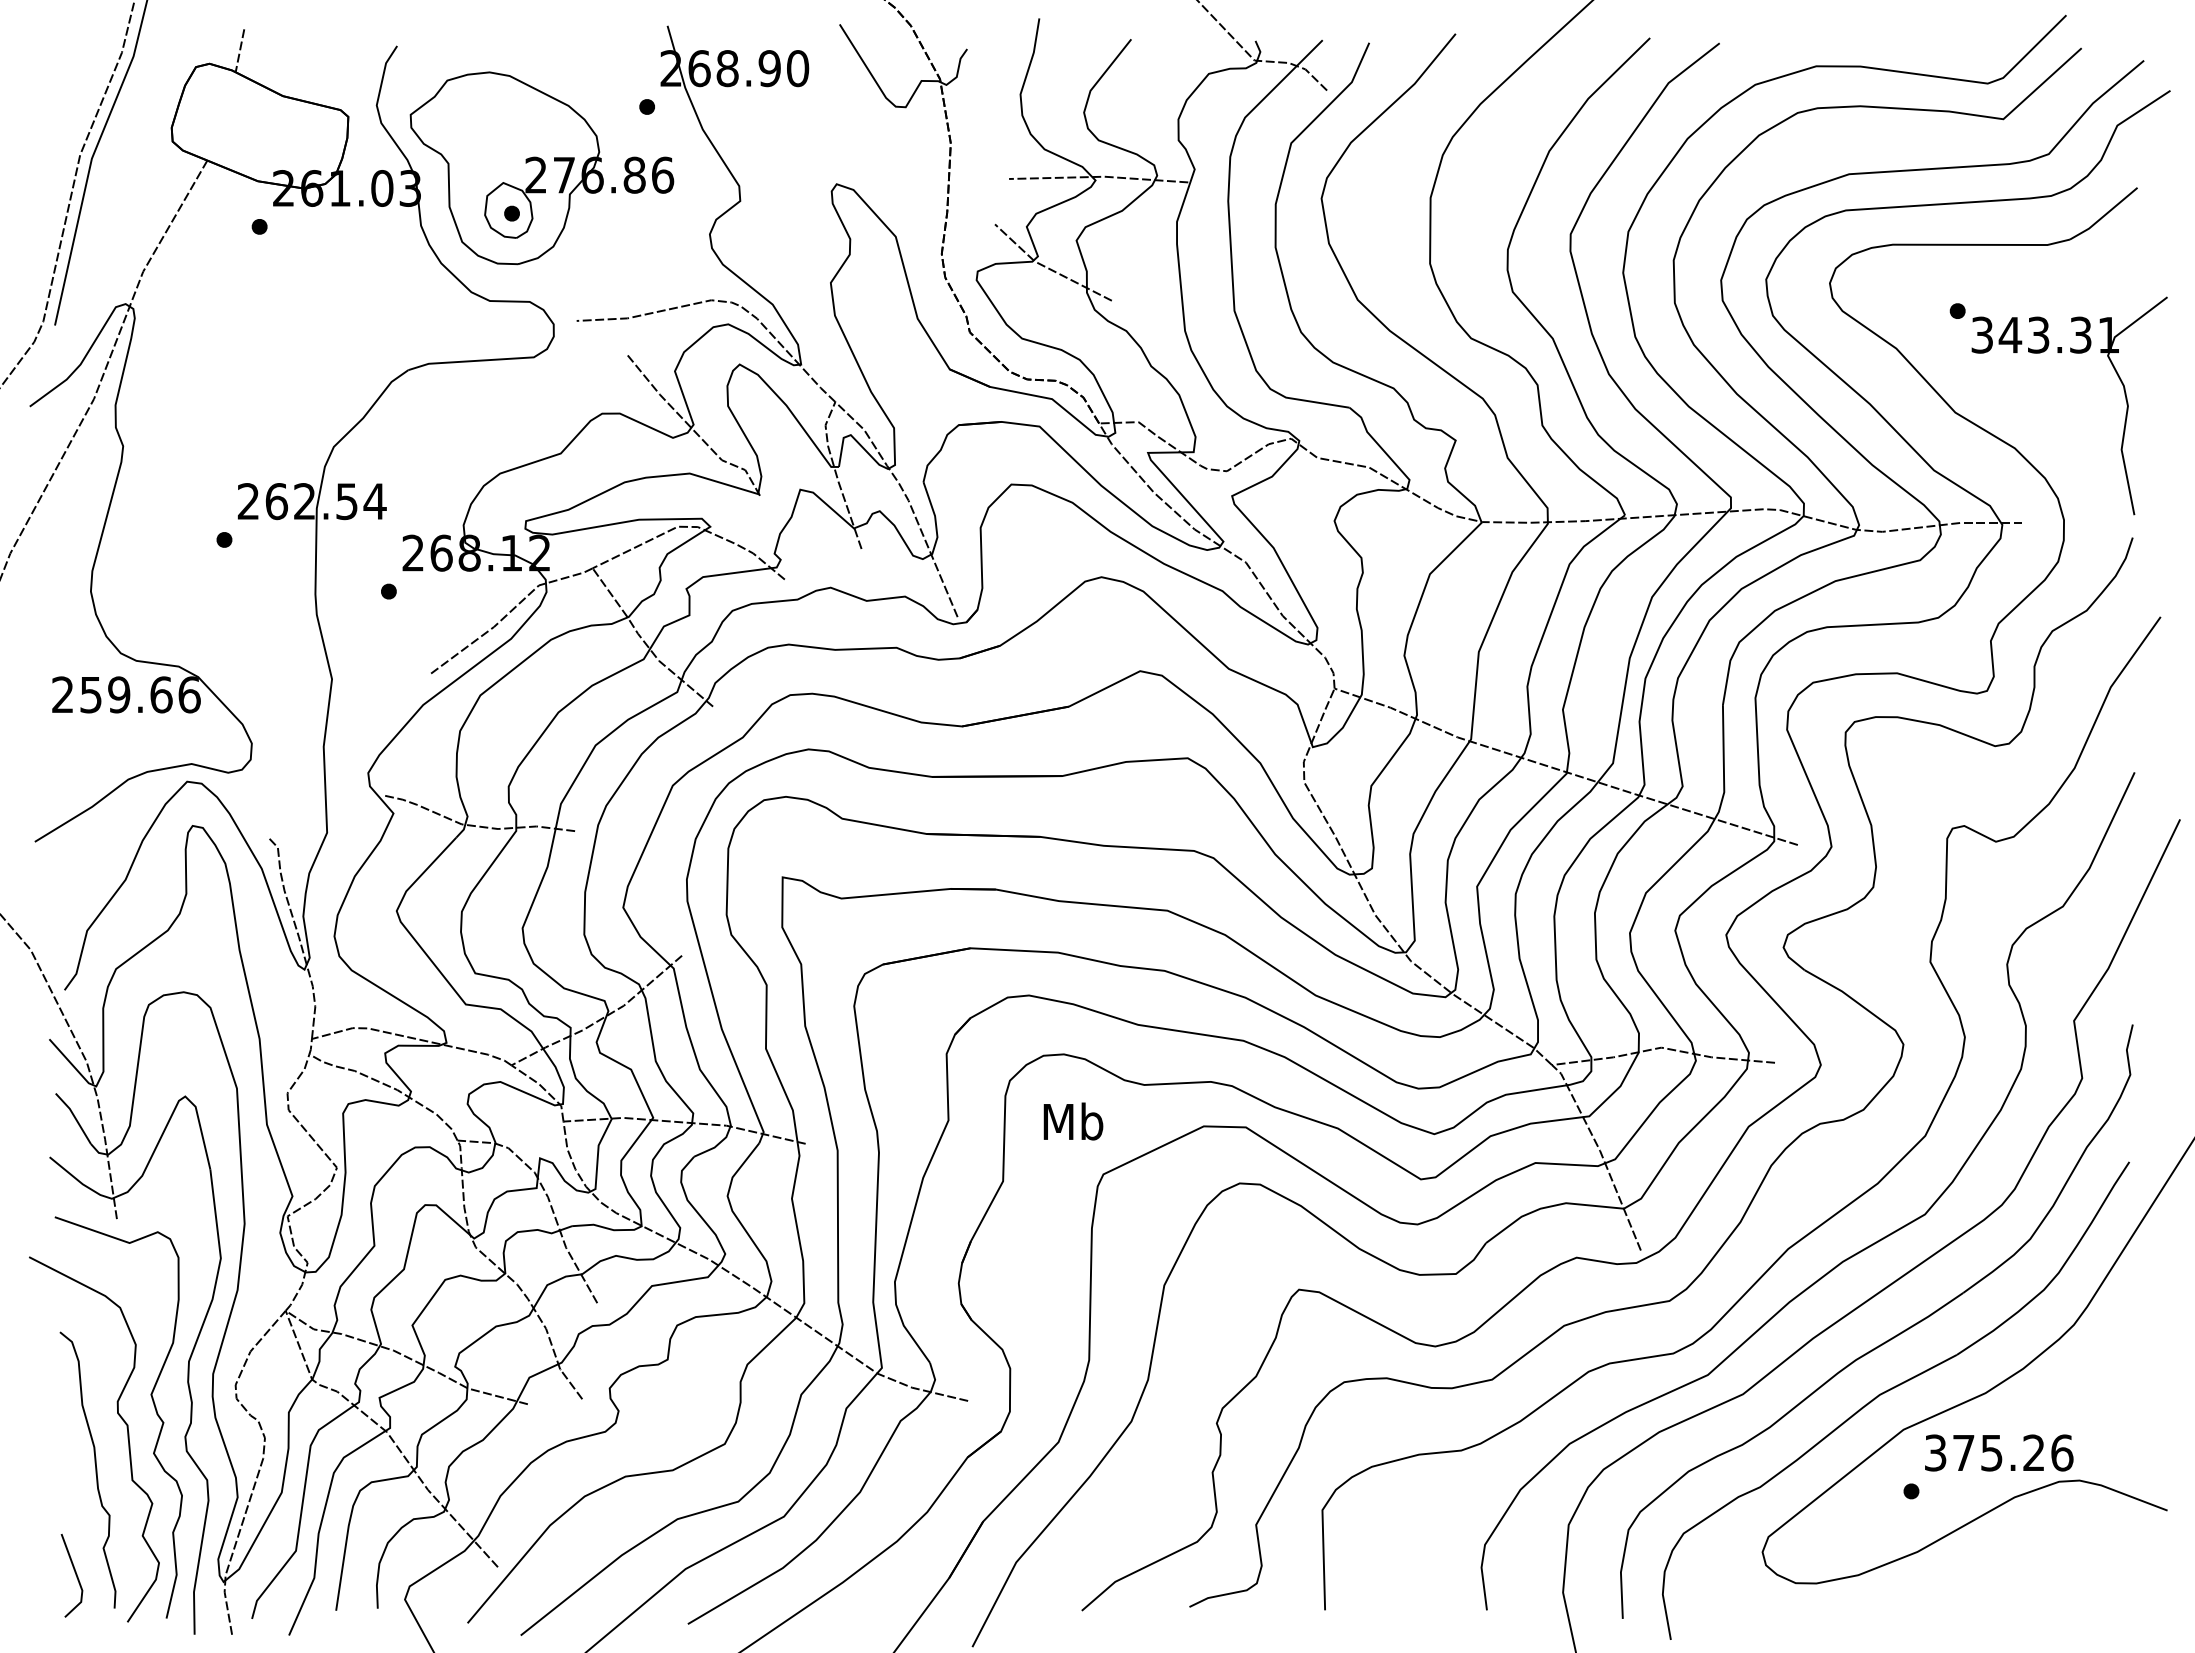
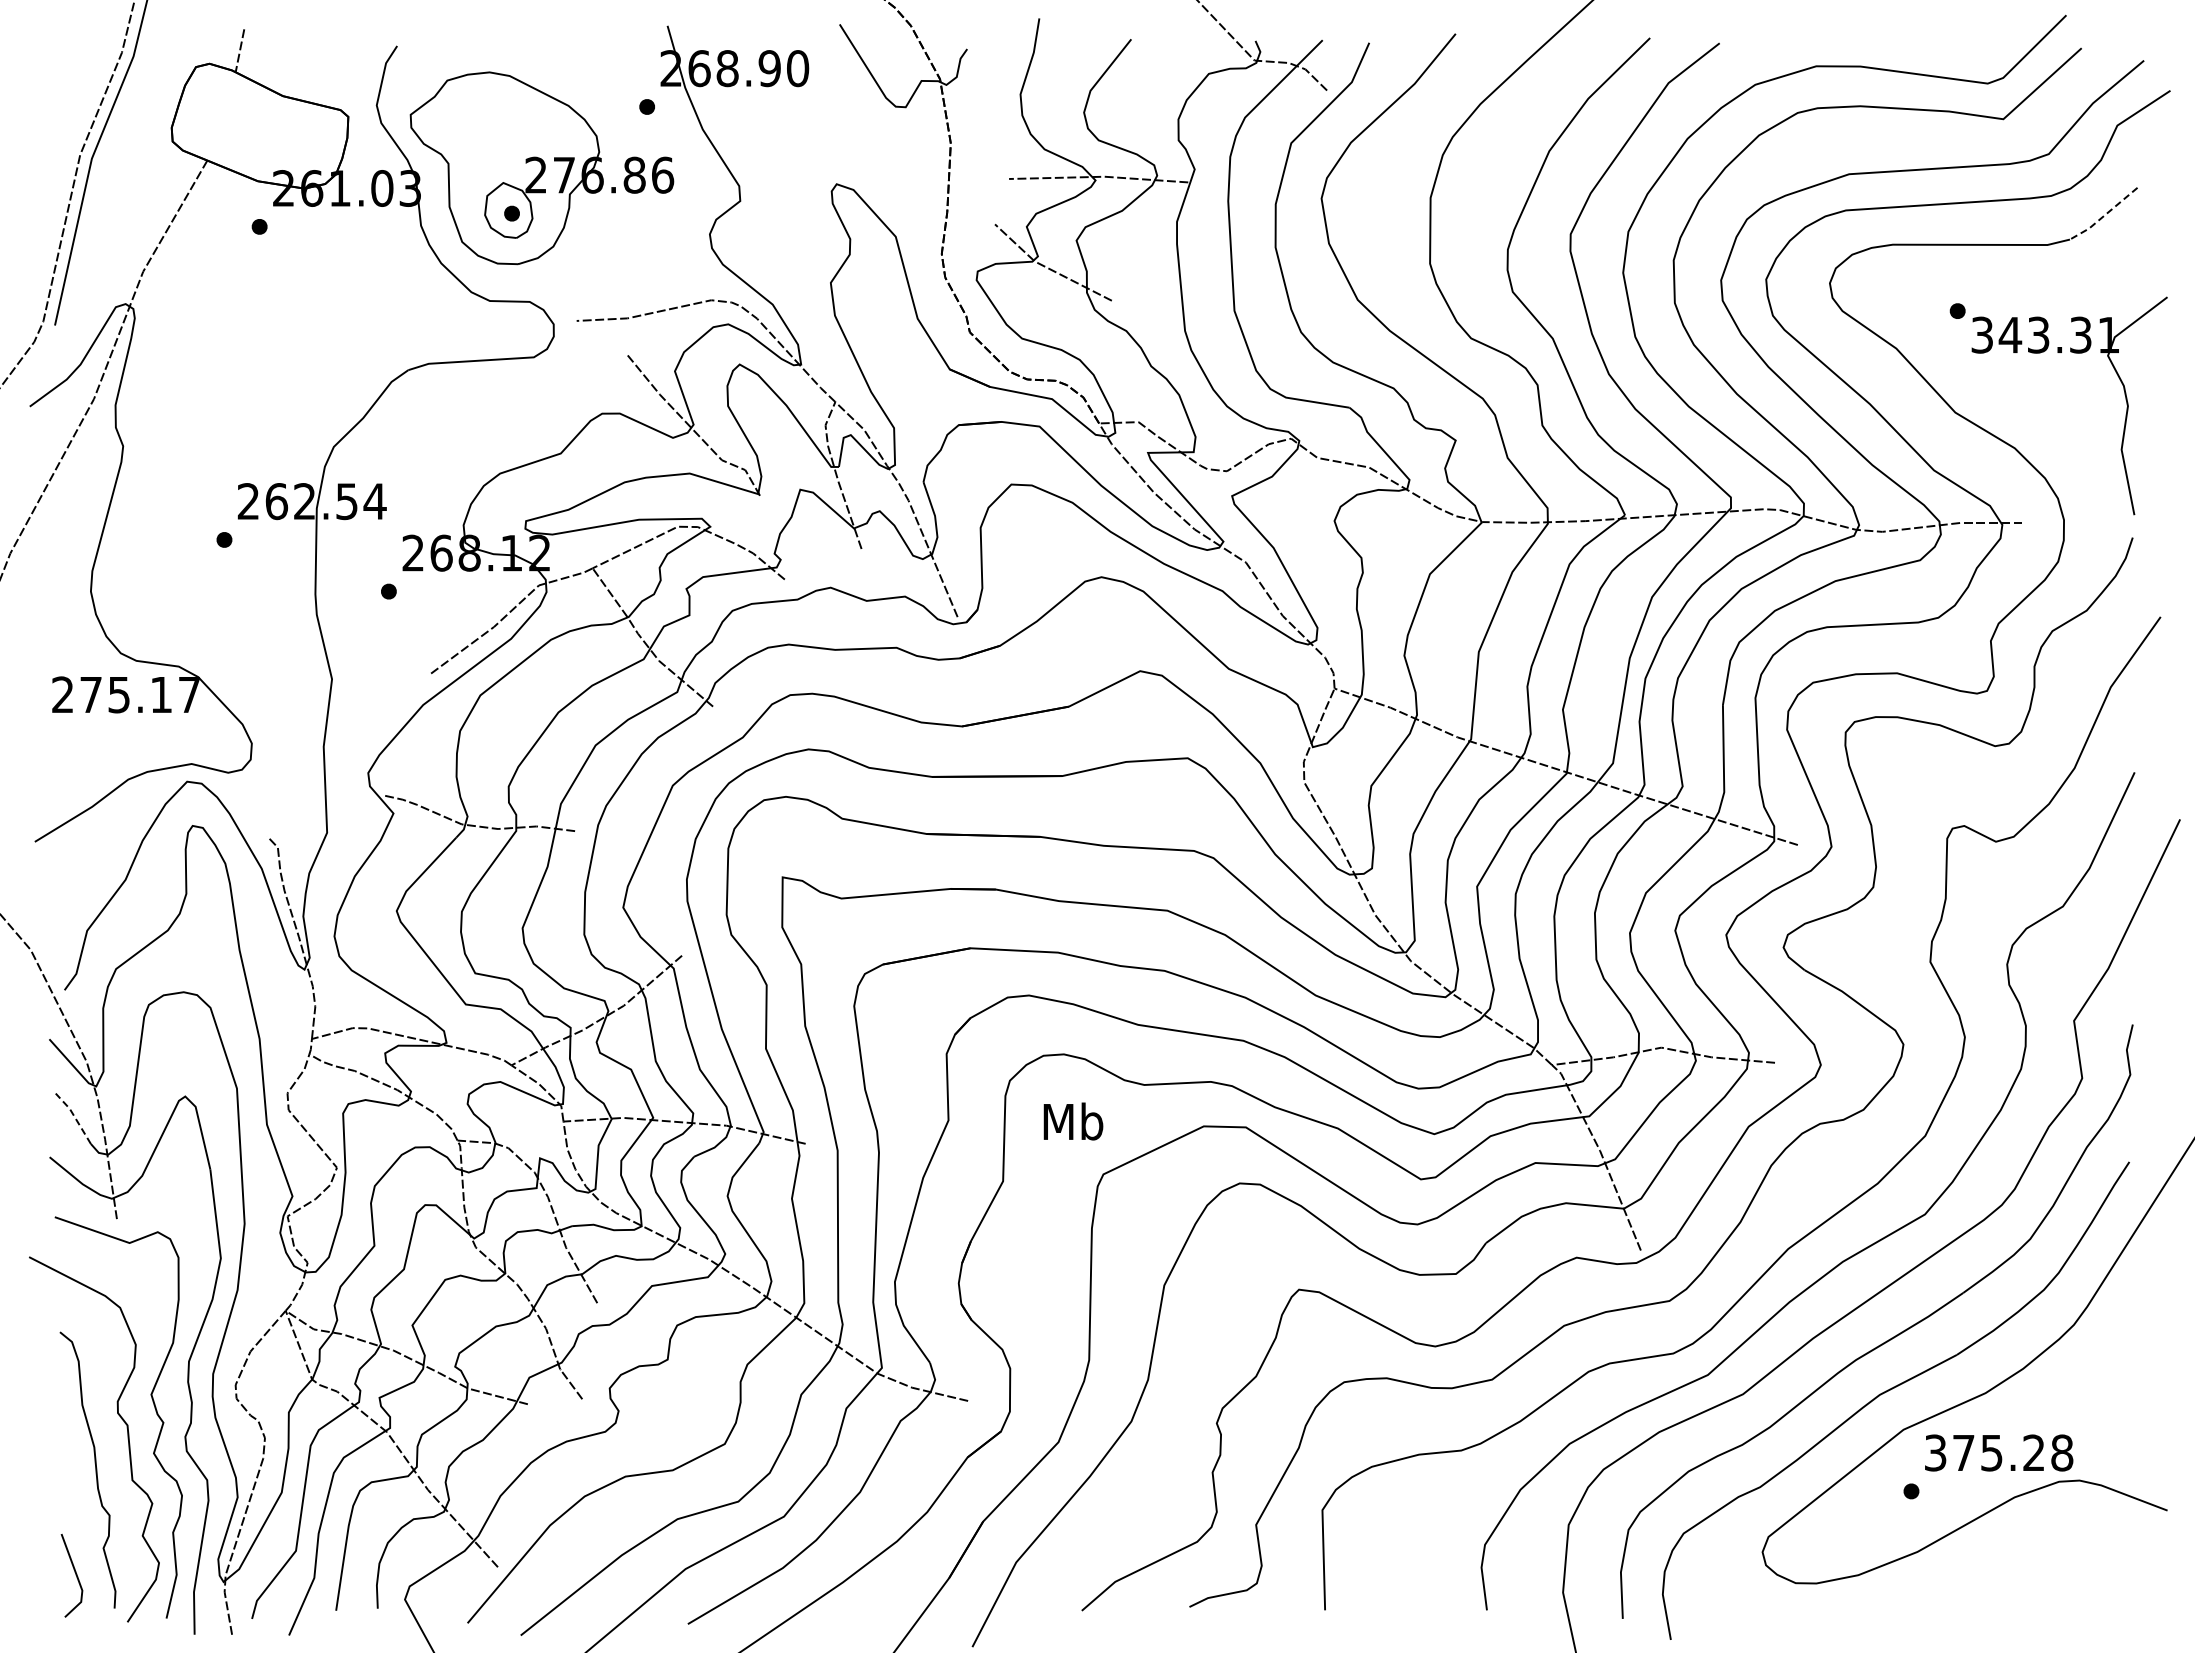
line at (2104, 215): solid -> dashed
text at (140, 694): 259.66 -> 275.17
line at (74, 1116): solid -> dashed
text at (2062, 1452): 375.26 -> 375.28
